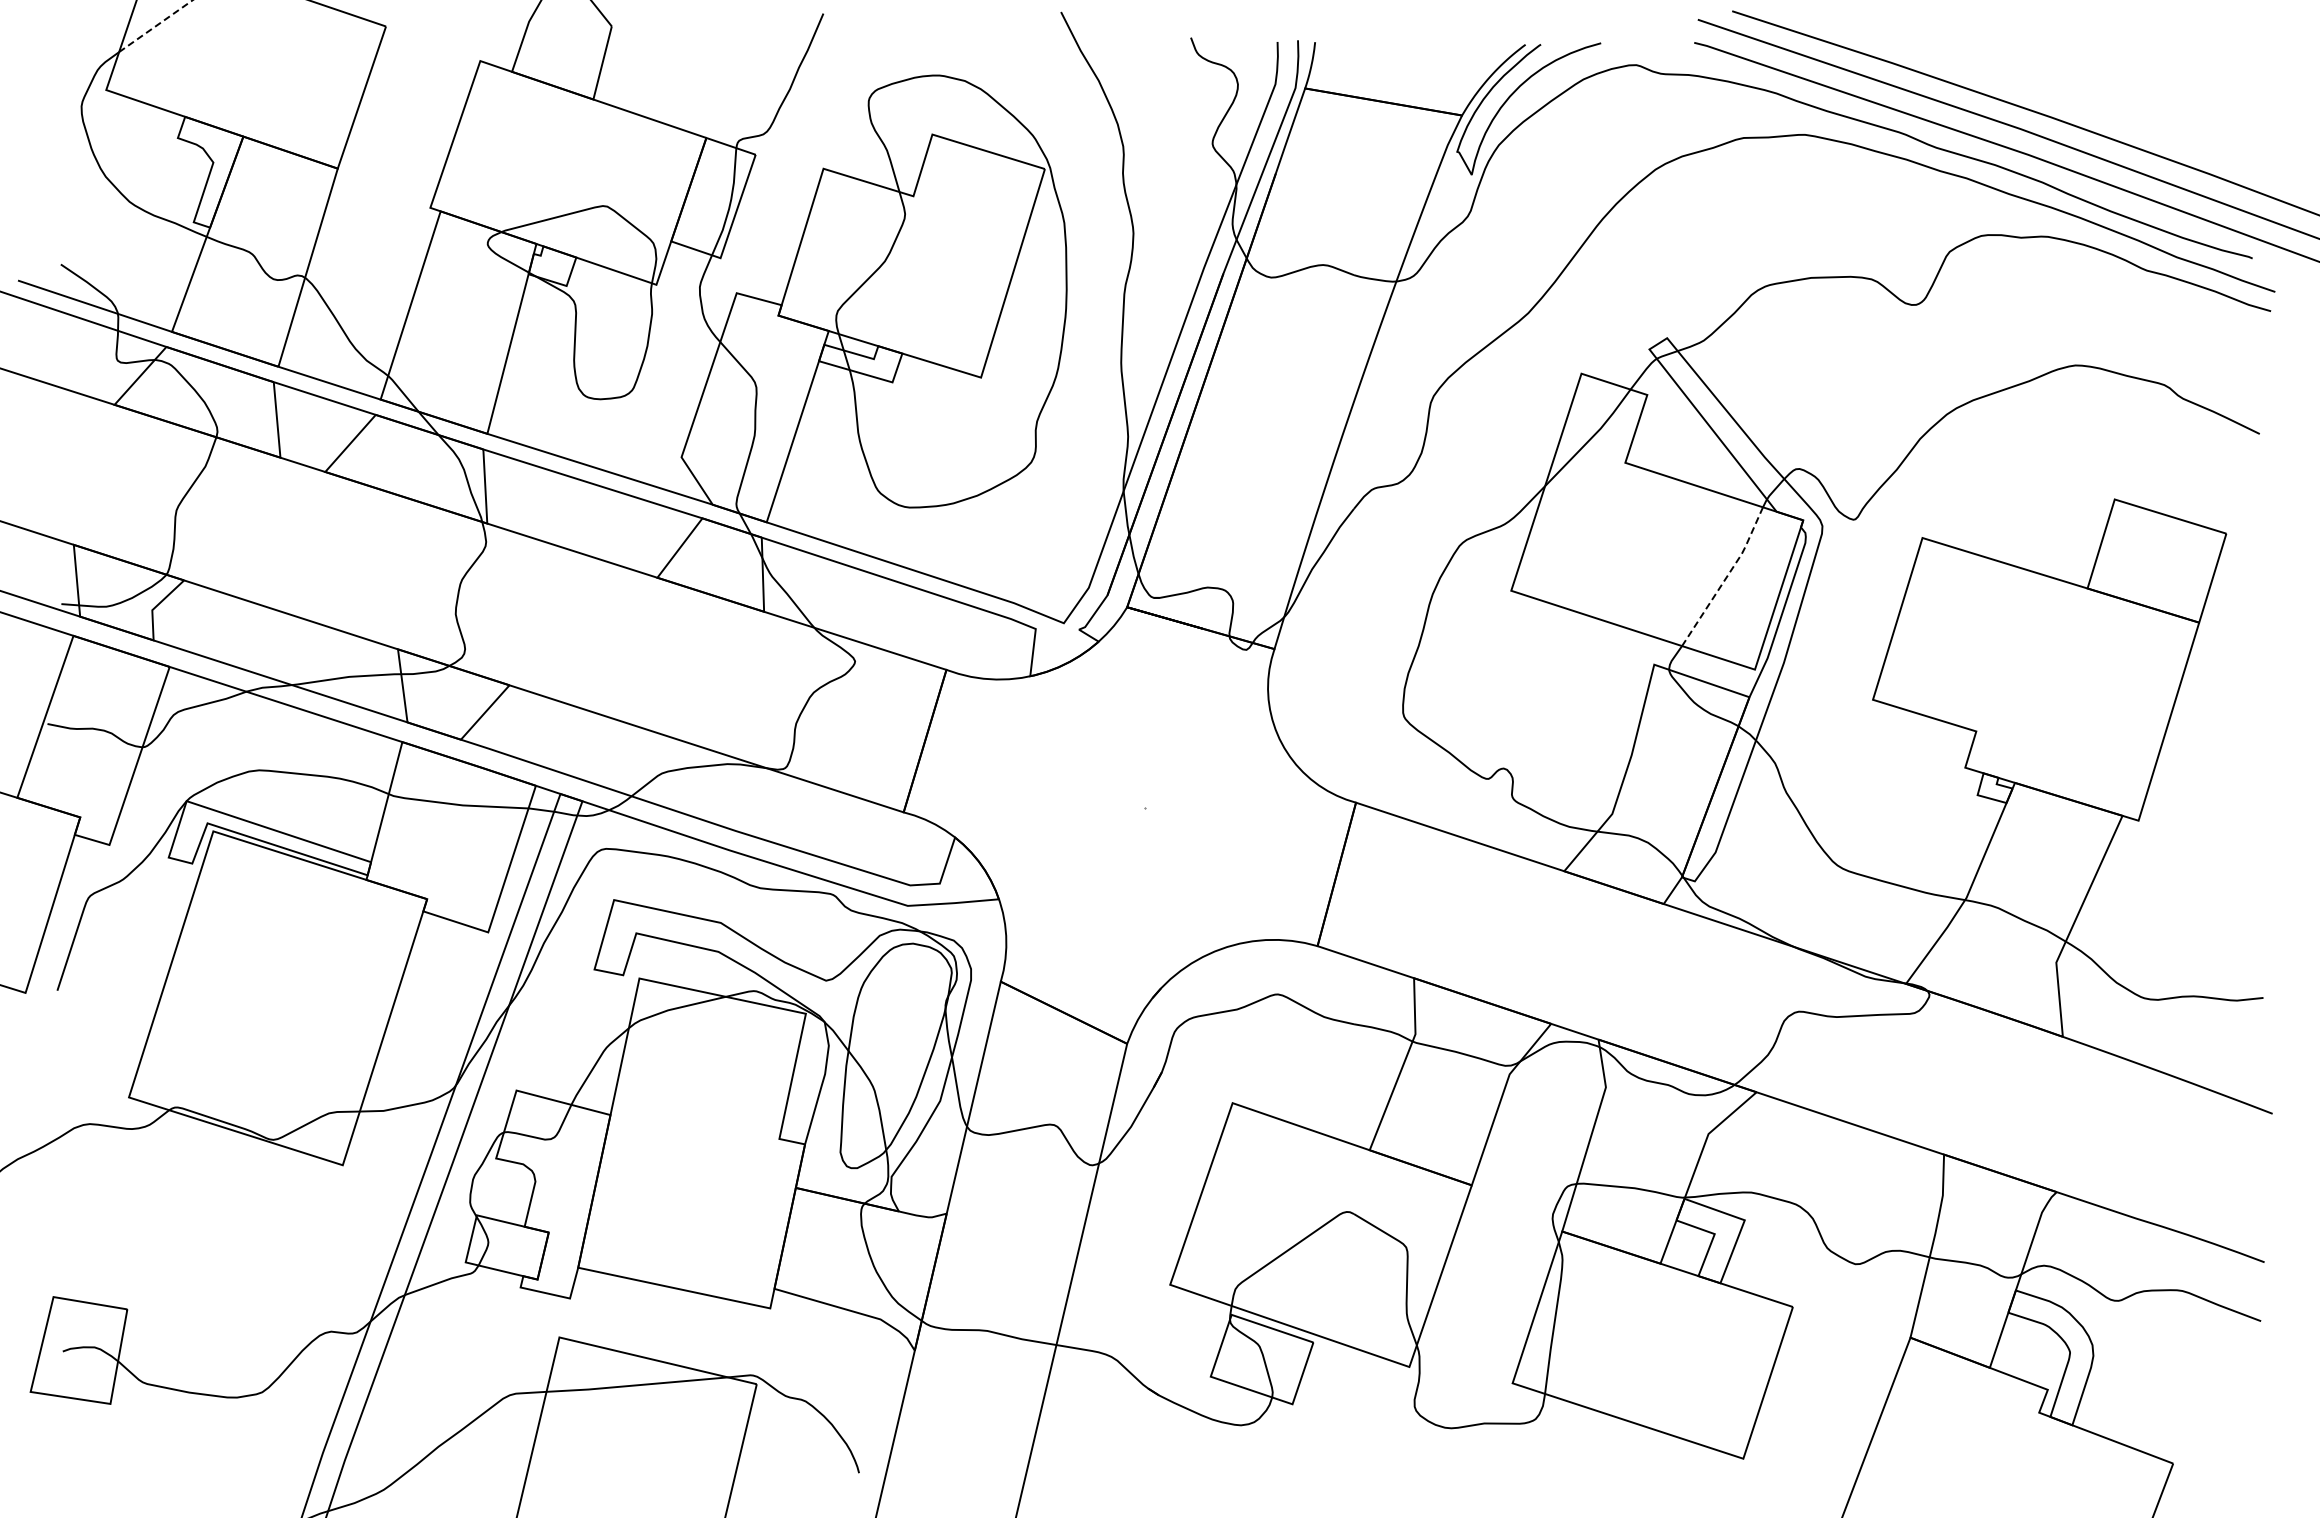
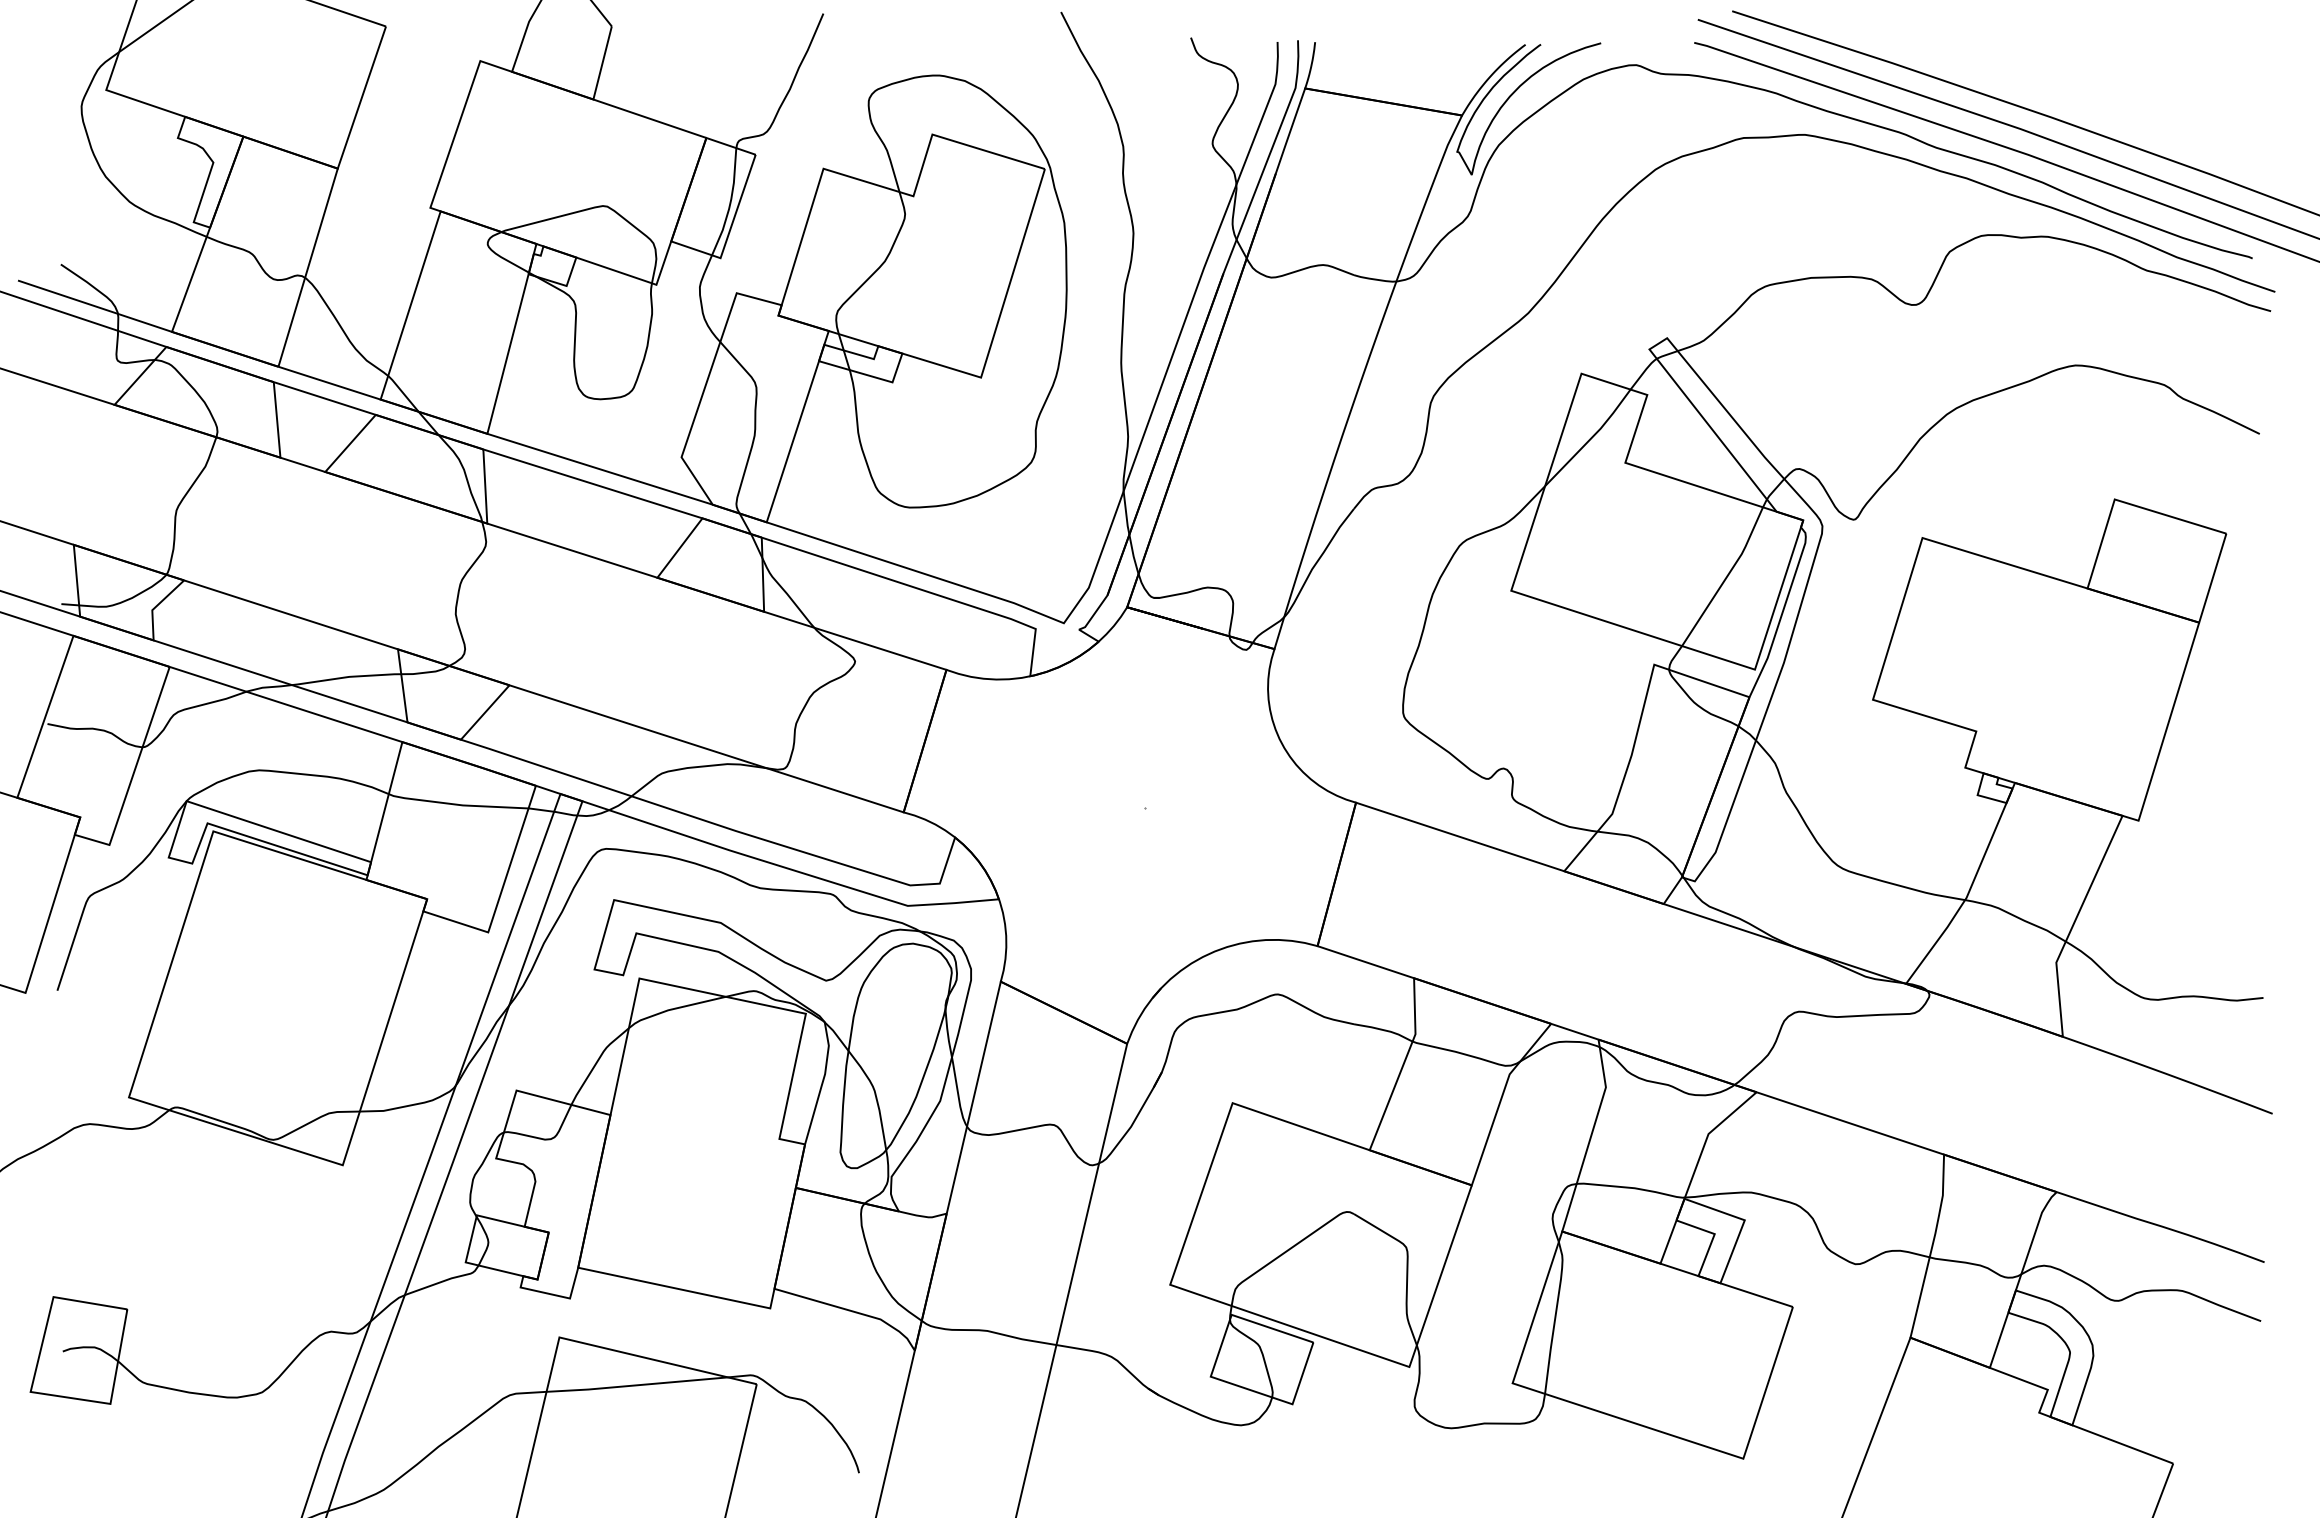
line at (156, 25): dashed -> solid
line at (1726, 577): dashed -> solid
